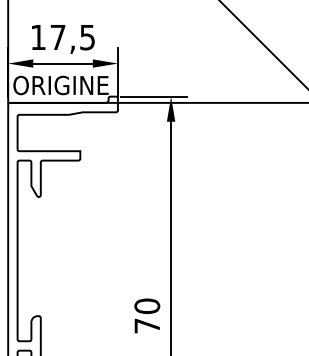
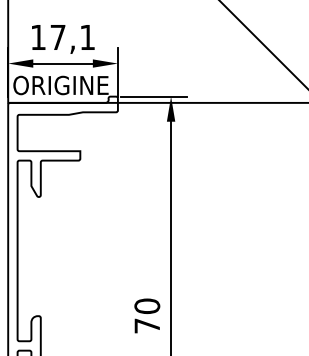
text at (87, 37): 17,5 -> 17,1
